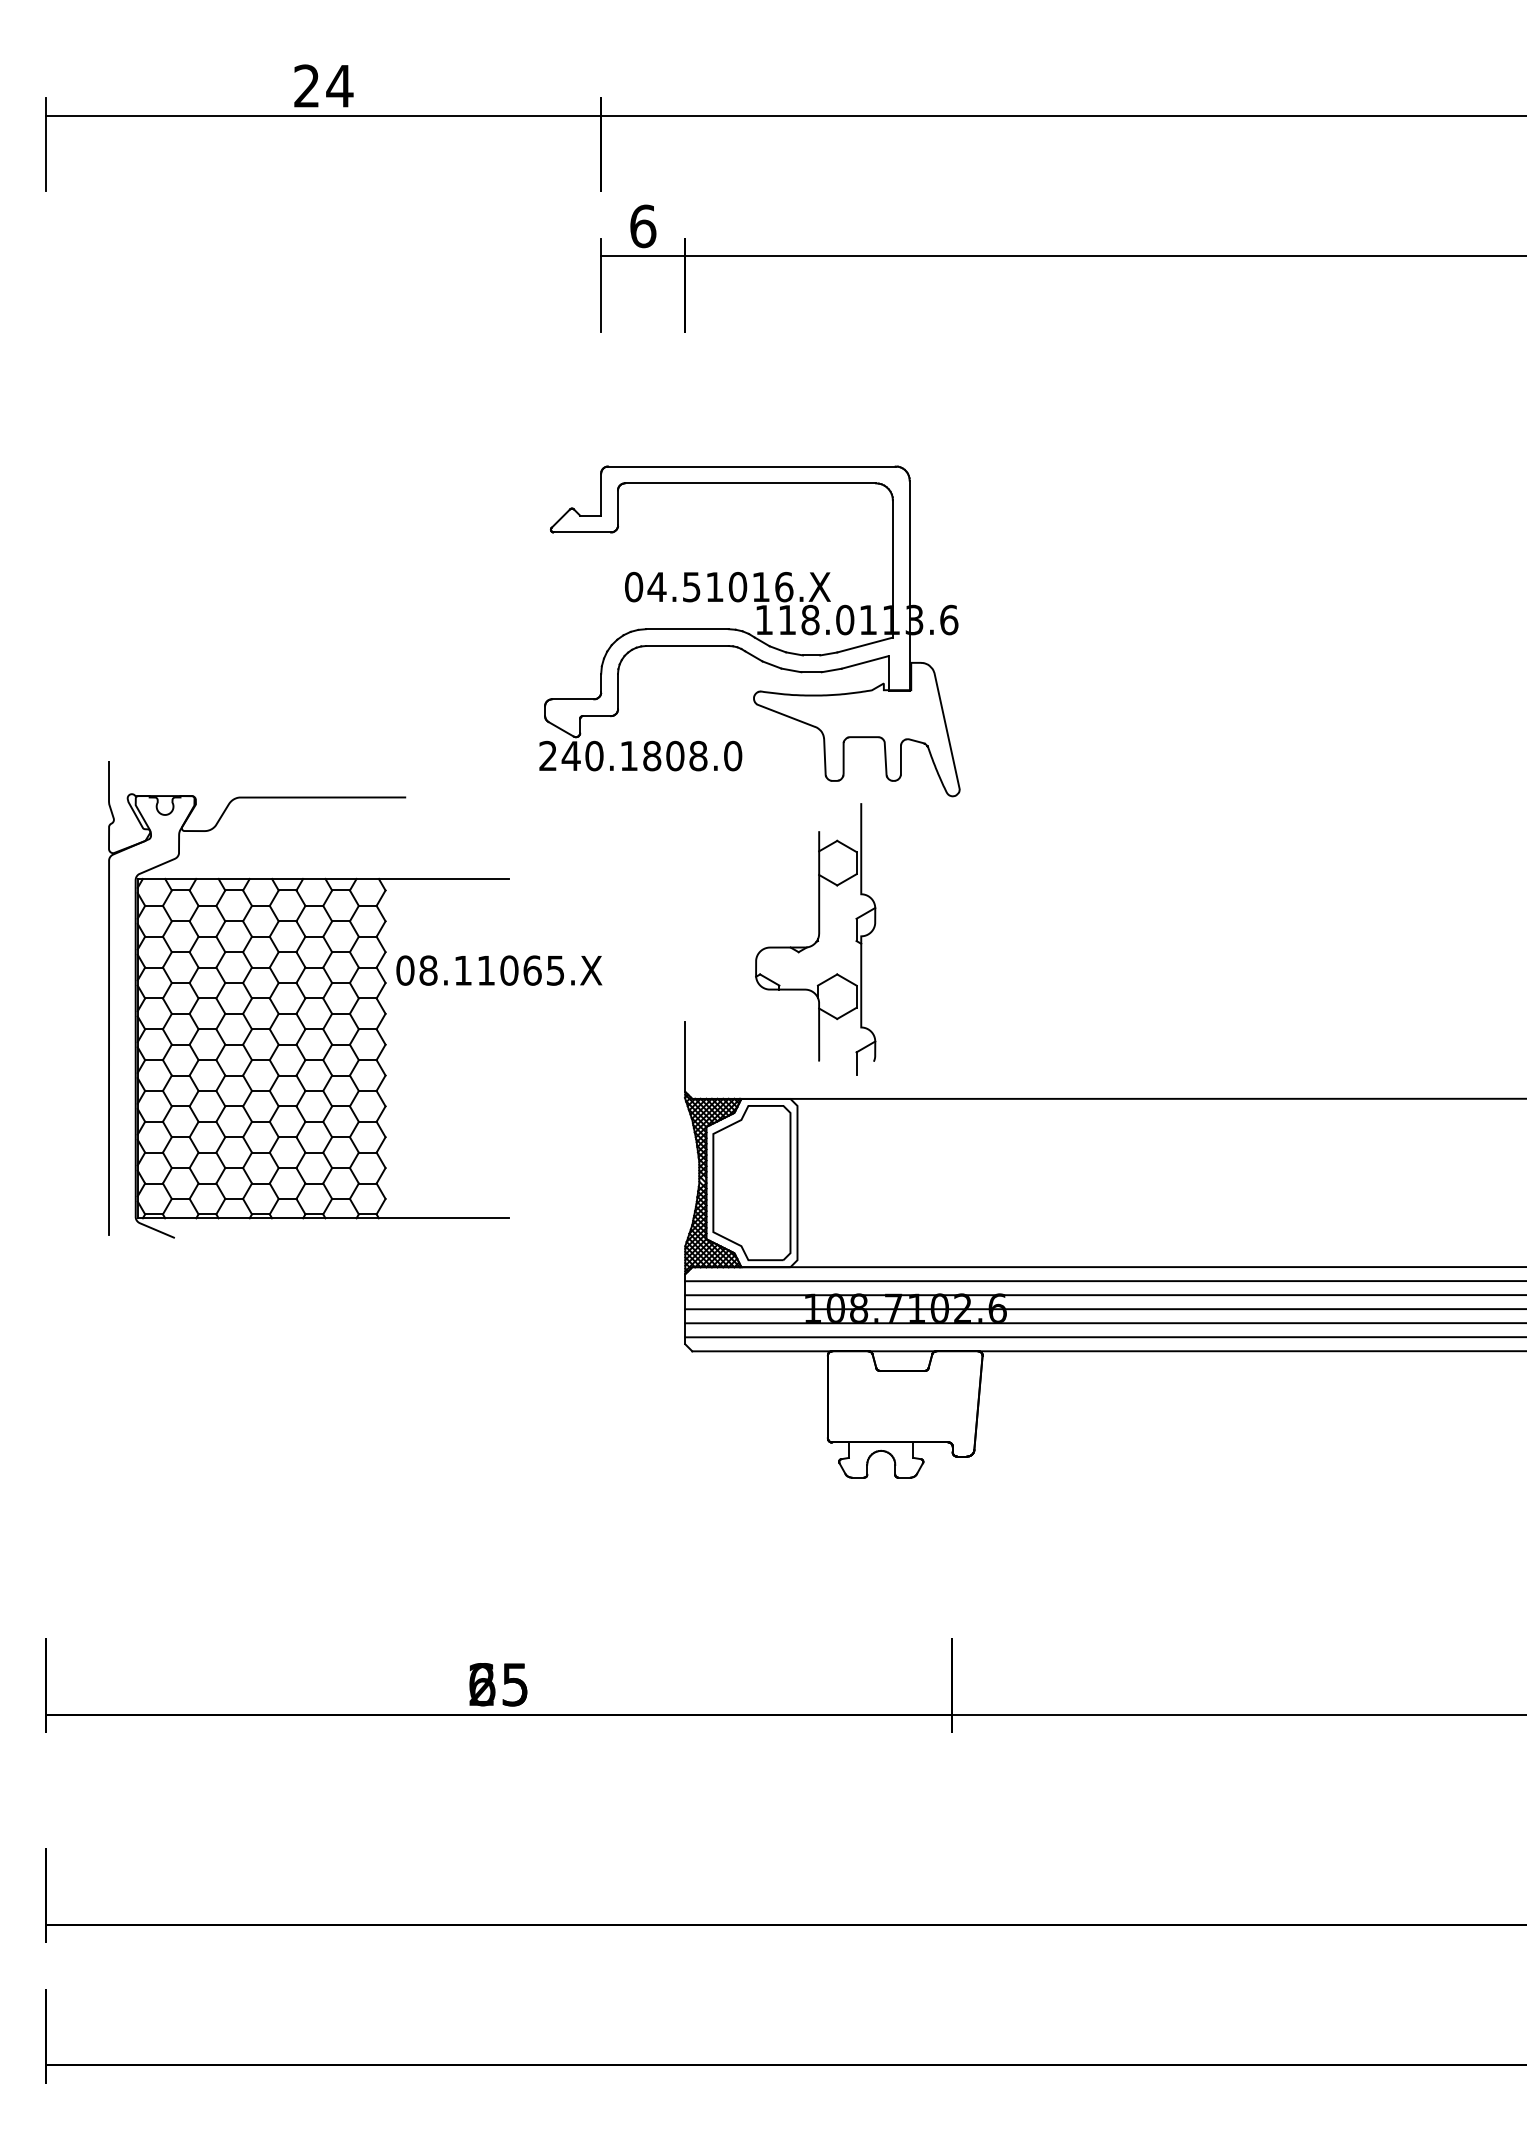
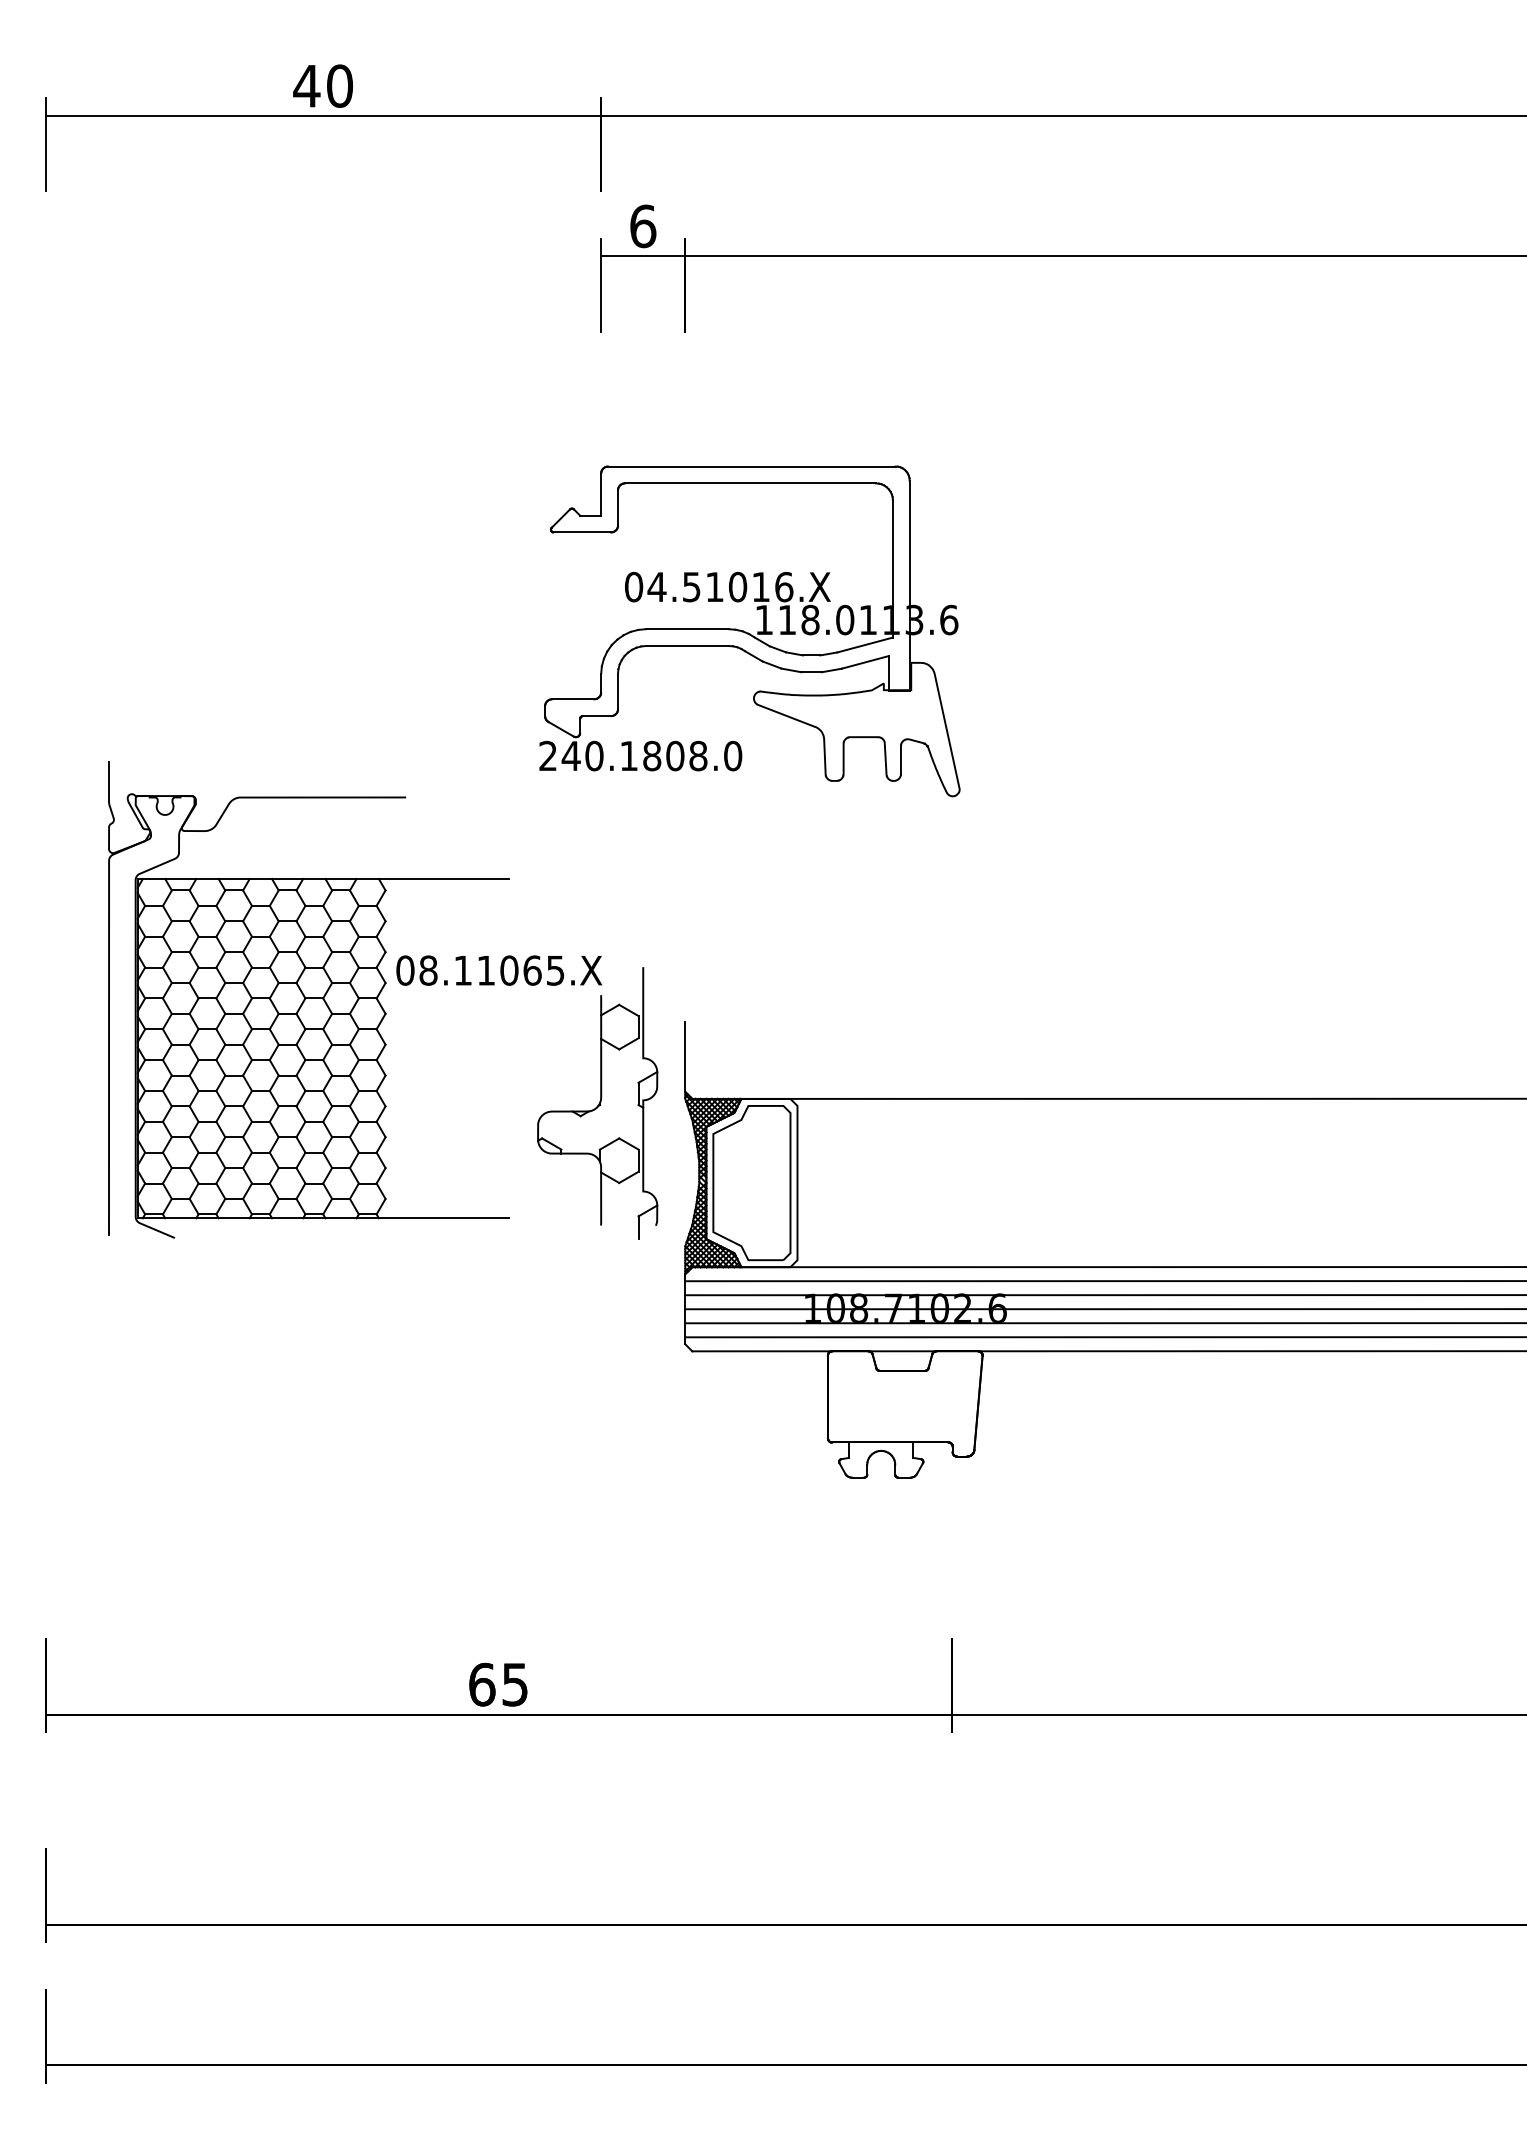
text at (323, 85): 24 -> 40
part at (815, 939) position: (815, 939) -> (597, 1103)
text at (482, 1684): 25 -> 65
